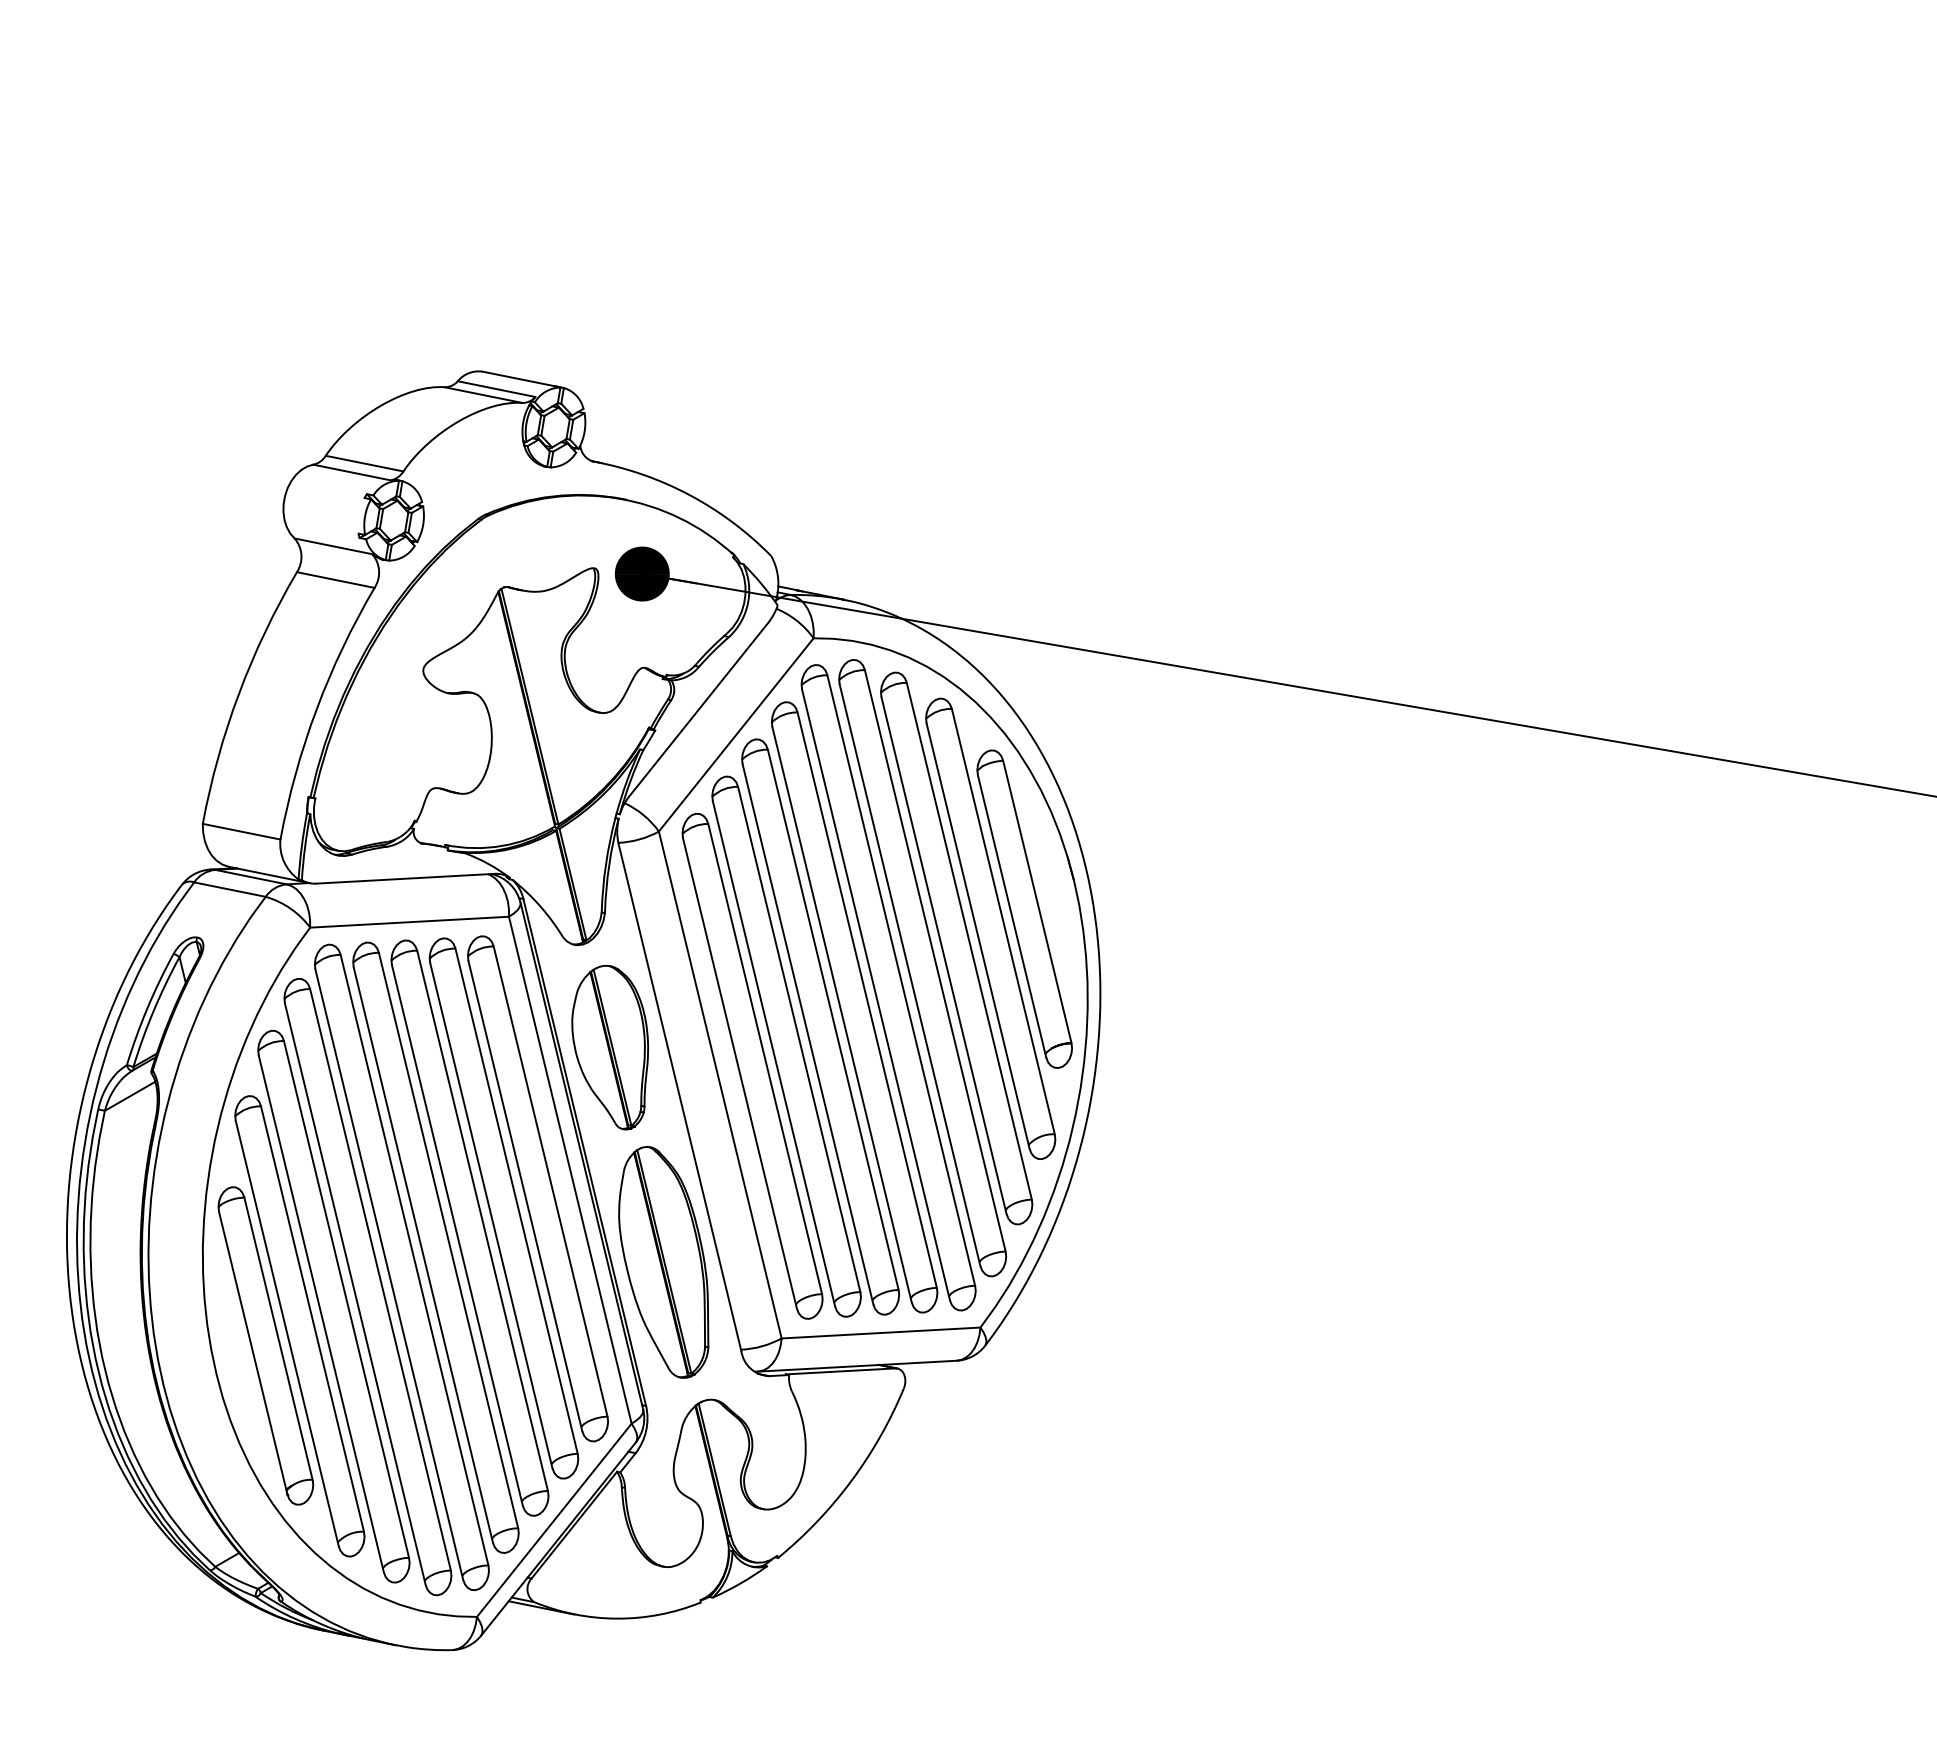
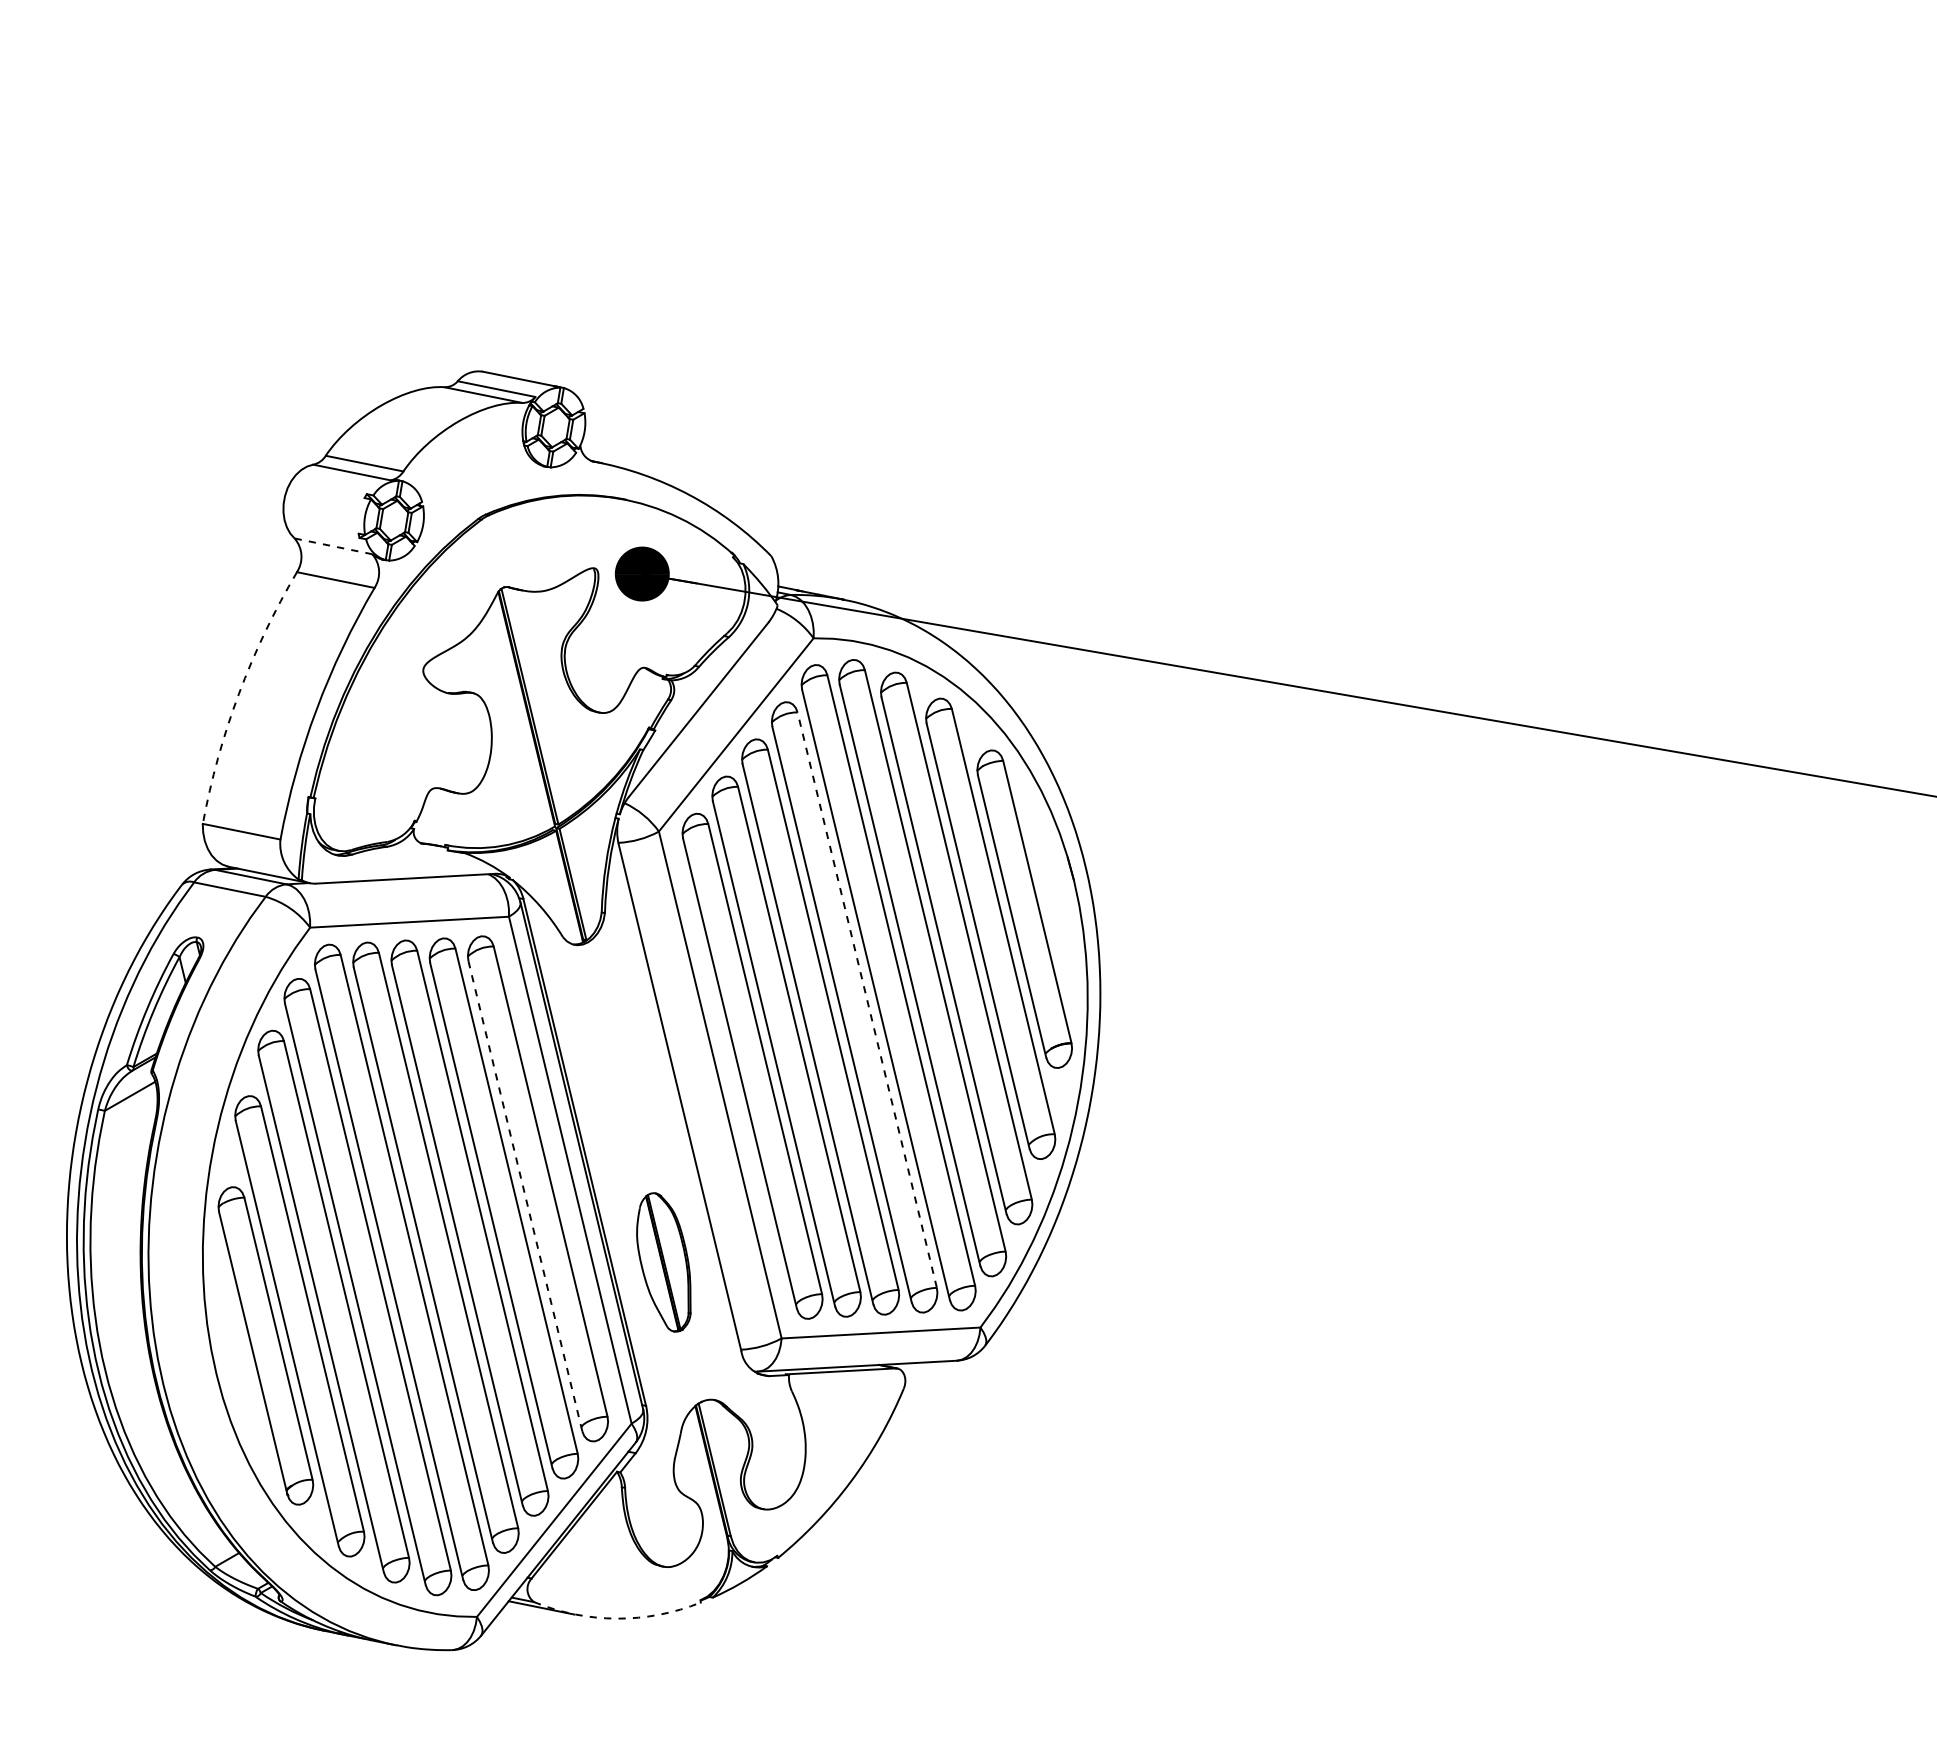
line at (333, 546): solid -> dashed
arc at (238, 693): solid -> dashed
line at (867, 1000): solid -> dashed
part at (609, 1047): present -> none
line at (525, 1196): solid -> dashed
part at (663, 1262) size: 92x233 px -> 56x141 px
arc at (617, 1618): solid -> dashed
